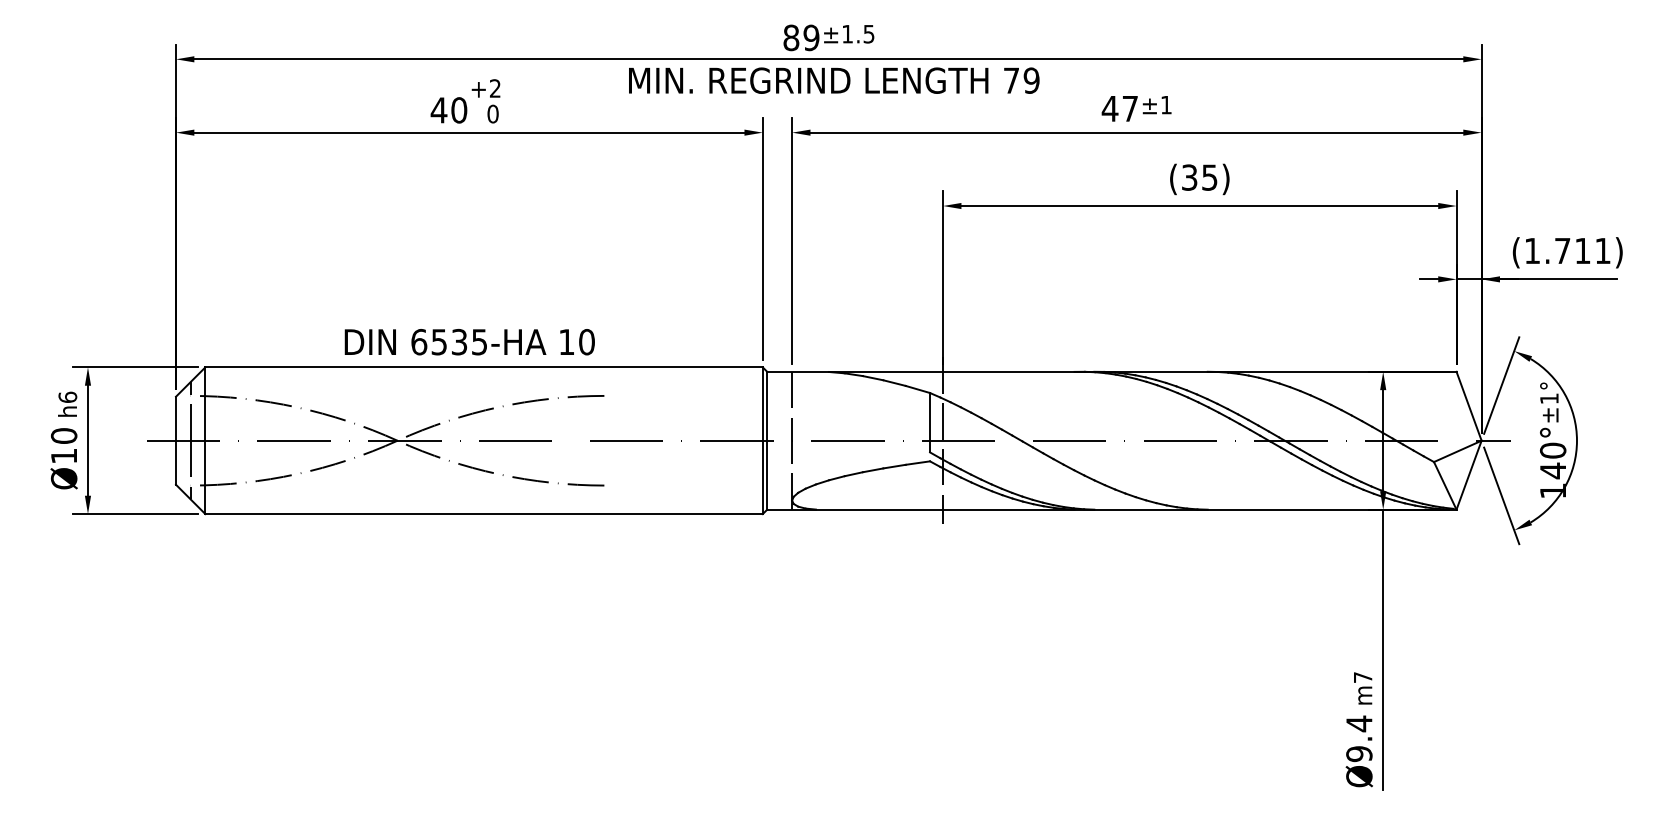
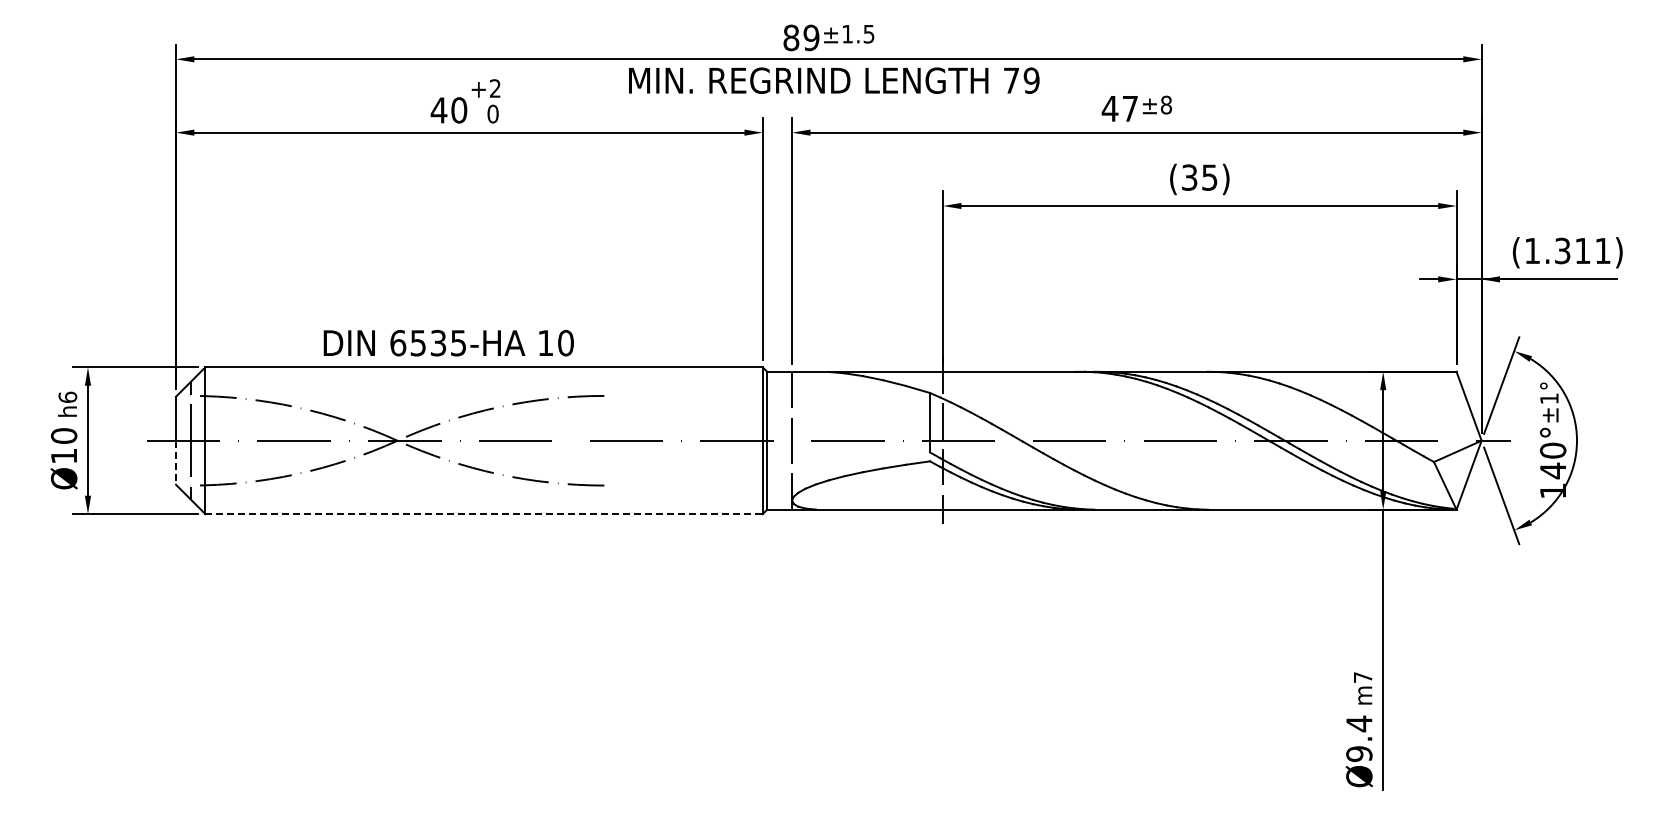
text at (1165, 104): ±1 -> ±8
text at (1562, 250): (1.711) -> (1.311)
text at (469, 342) position: (469, 342) -> (448, 343)
line at (176, 463): solid -> dashed
line at (484, 514): solid -> dashed
